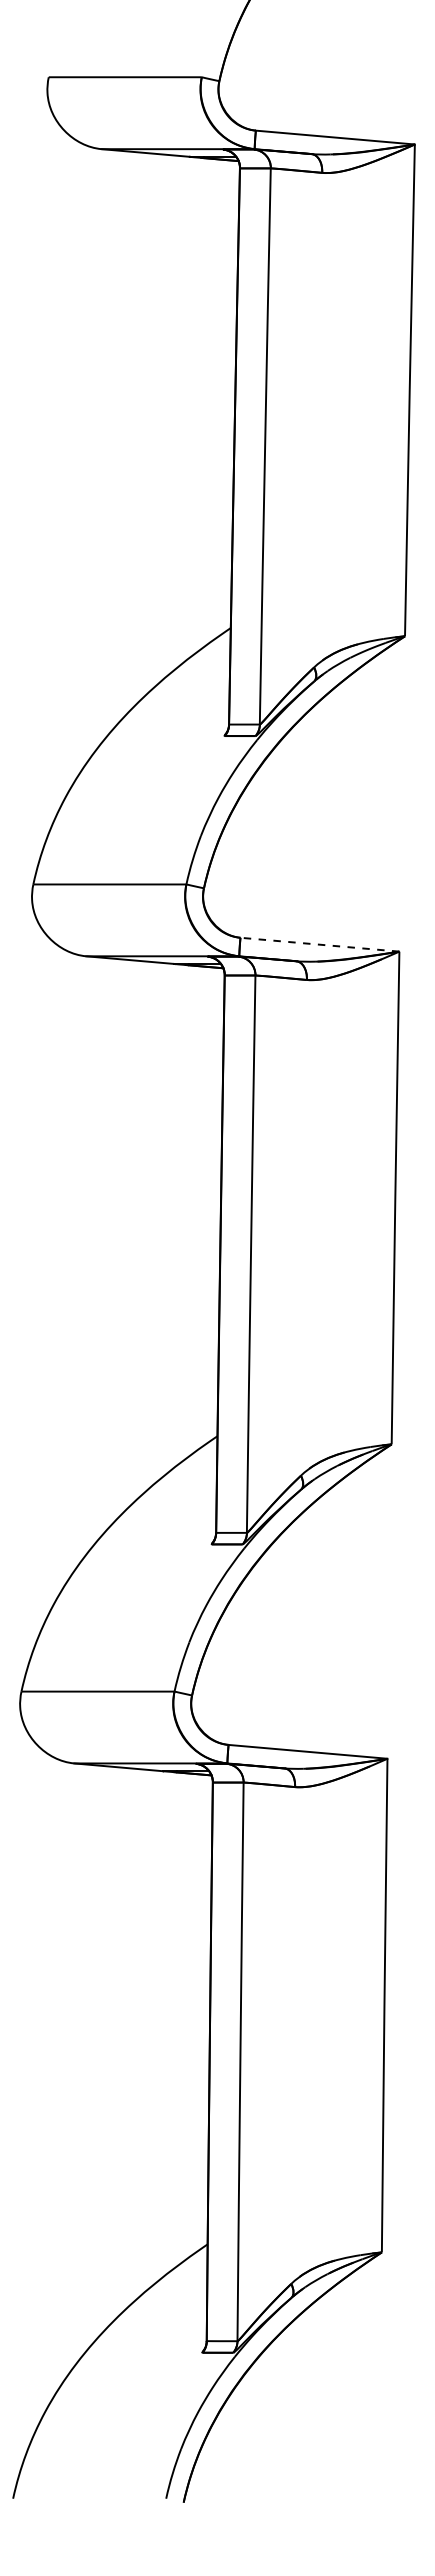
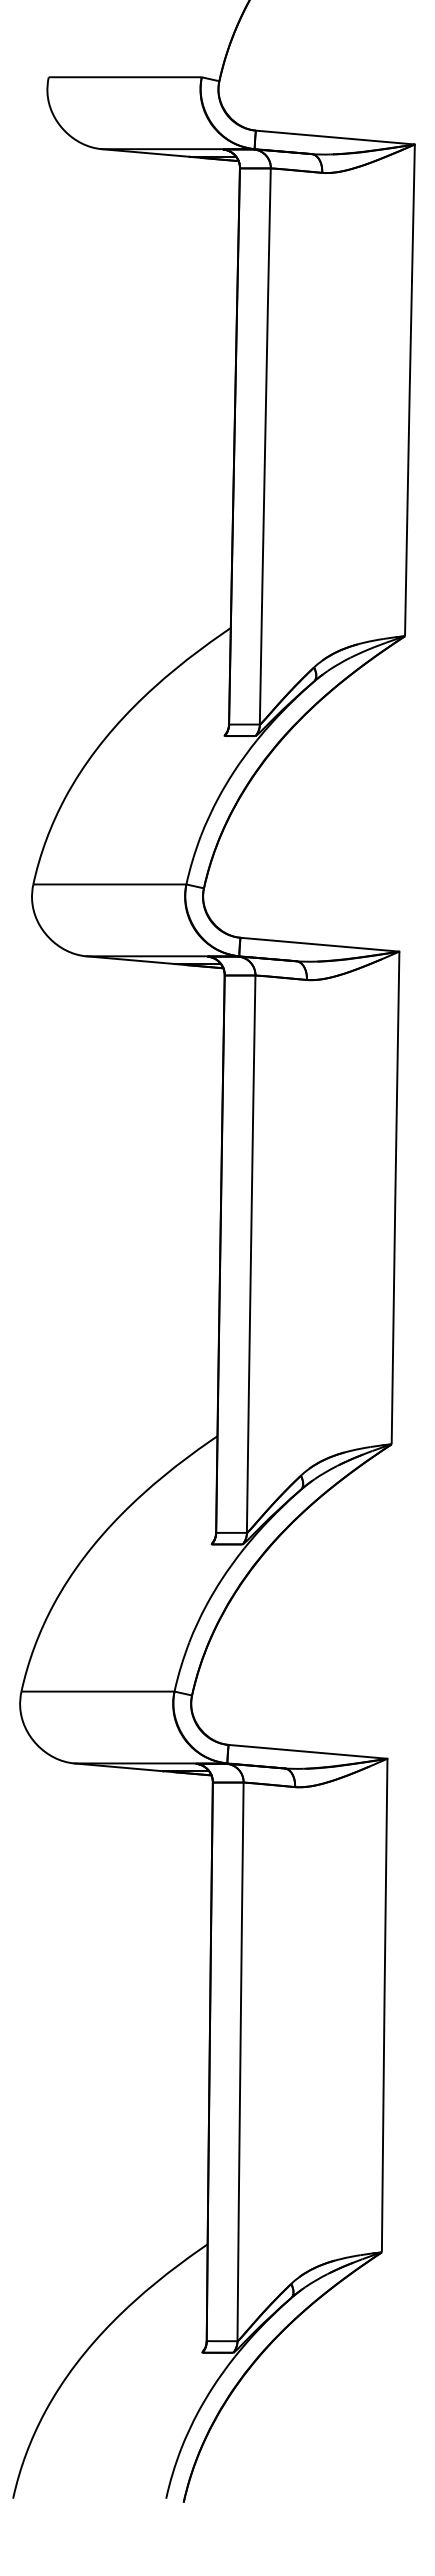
line at (319, 944): dashed -> solid
